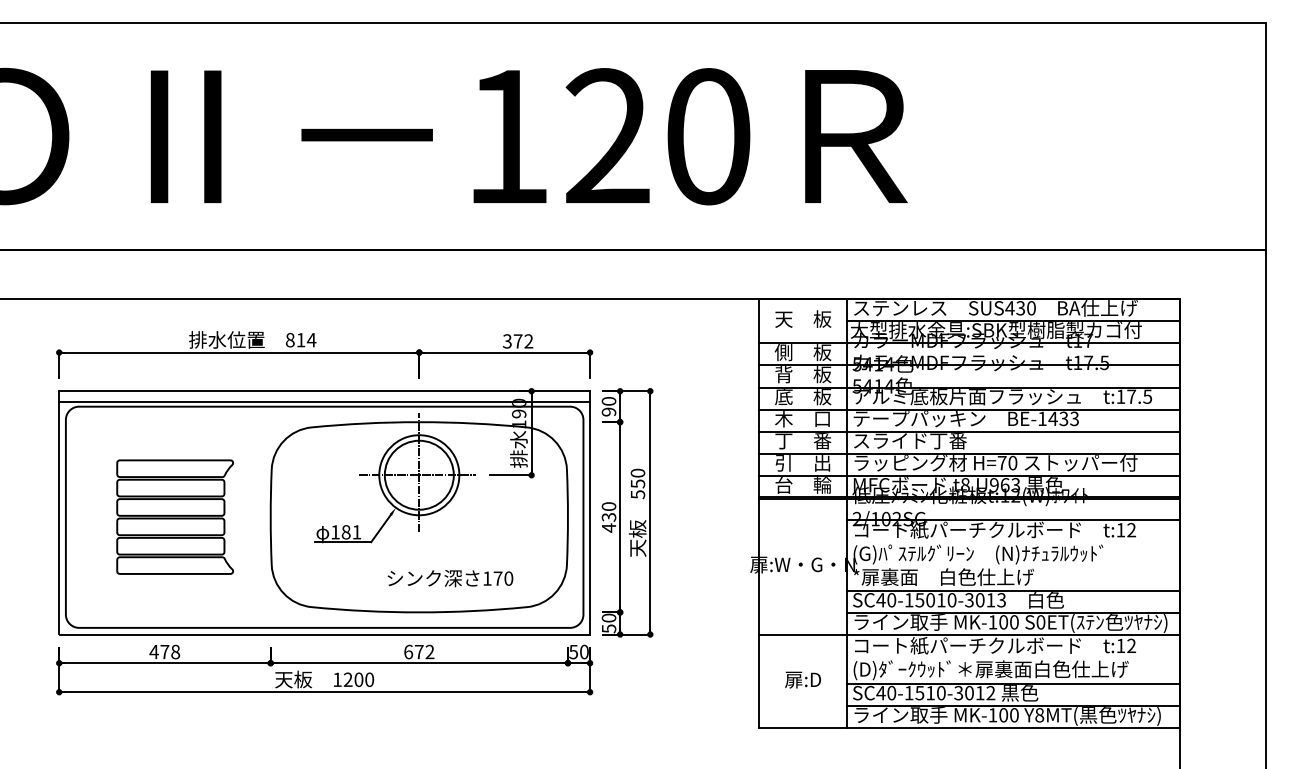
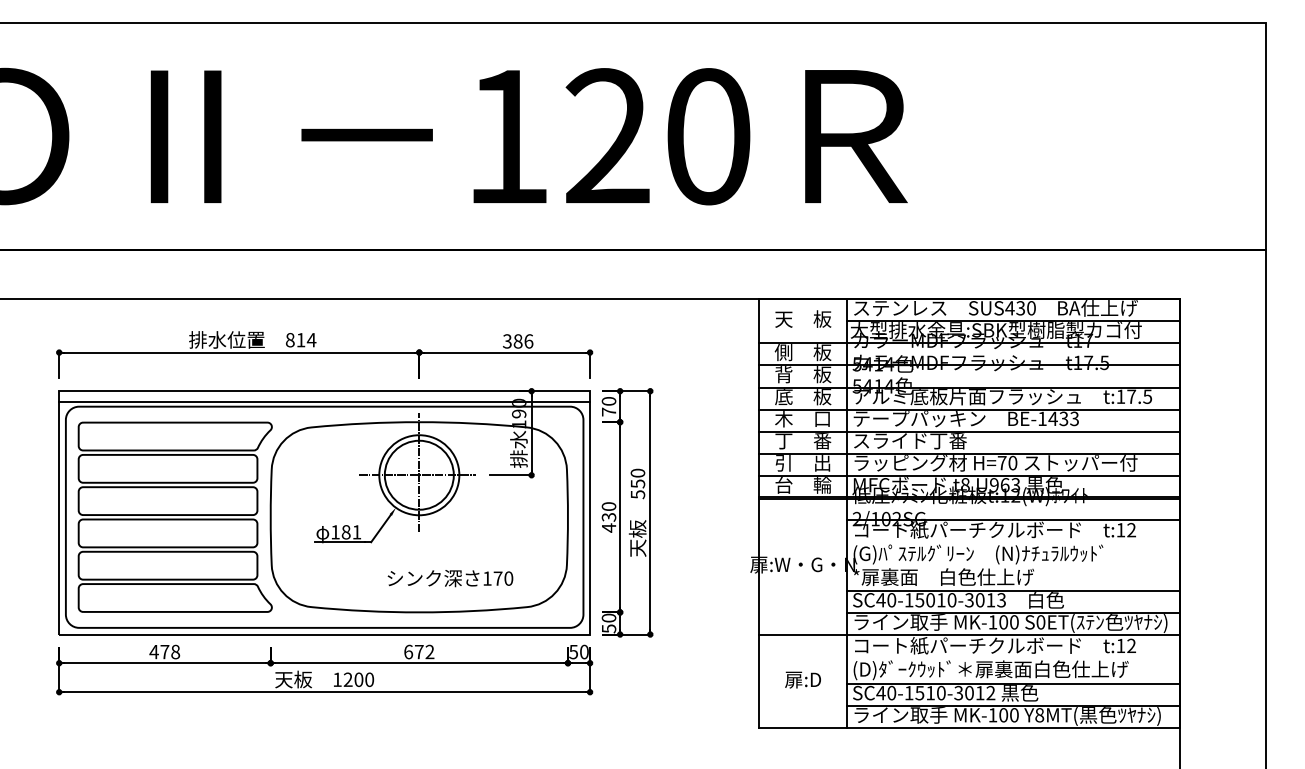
text at (523, 341): 372 -> 386
text at (608, 411): 90 -> 70
part at (174, 516) size: 118x116 px -> 196x192 px
